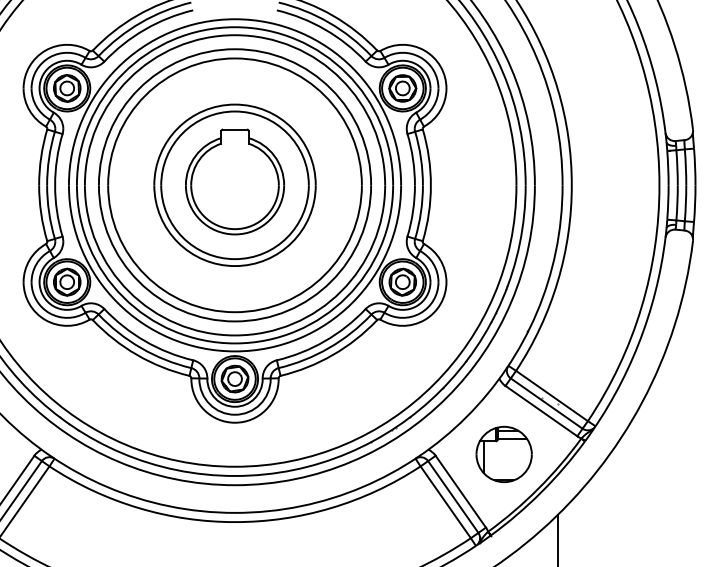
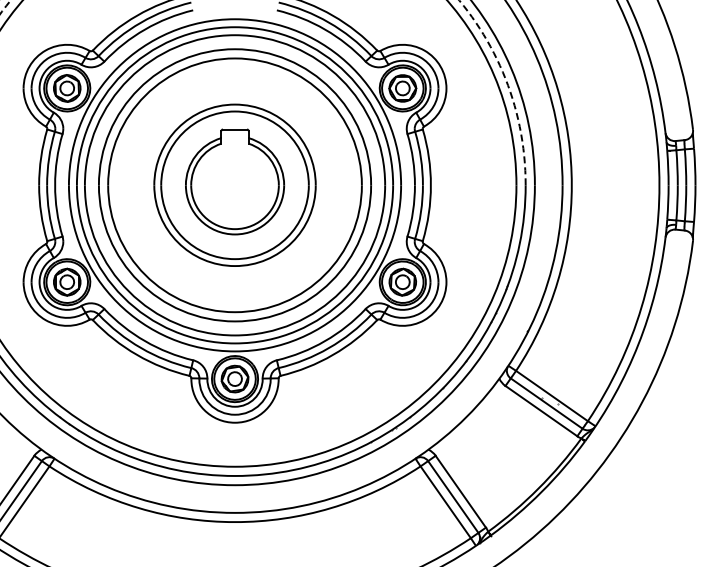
arc at (504, 77): solid -> dashed
part at (503, 453): present -> none
line at (557, 538): present -> none
